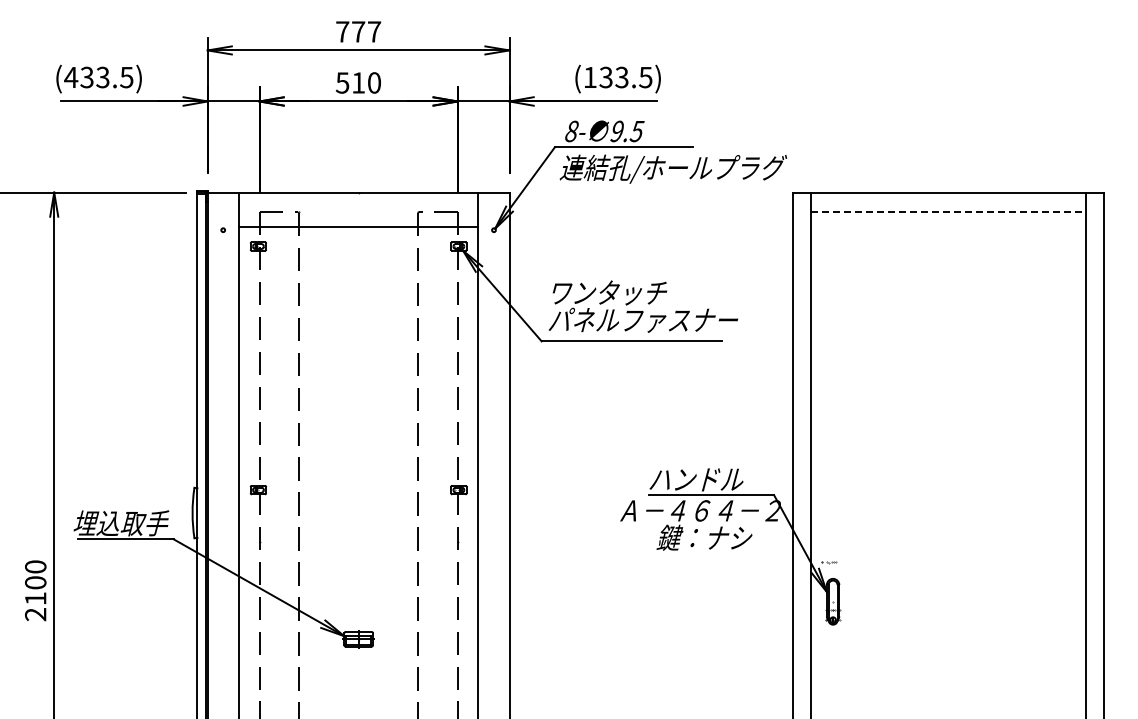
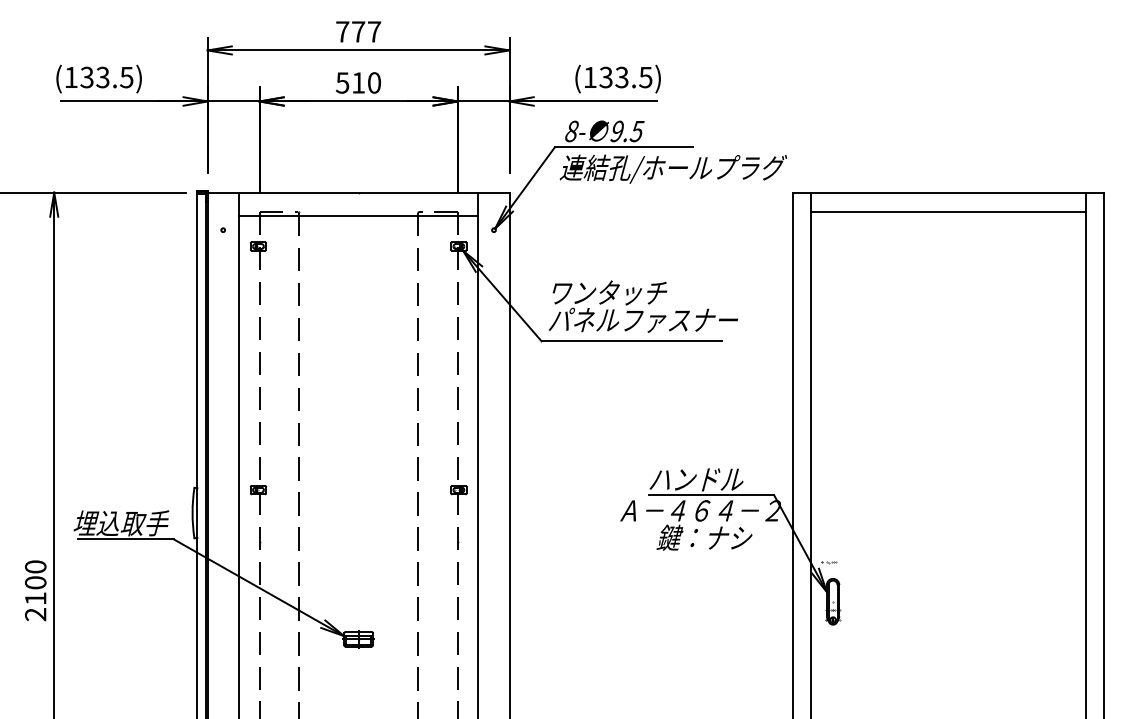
text at (71, 77): (433.5) -> (133.5)
line at (948, 211): dashed -> solid
line at (358, 226) position: (358, 226) -> (358, 215)
